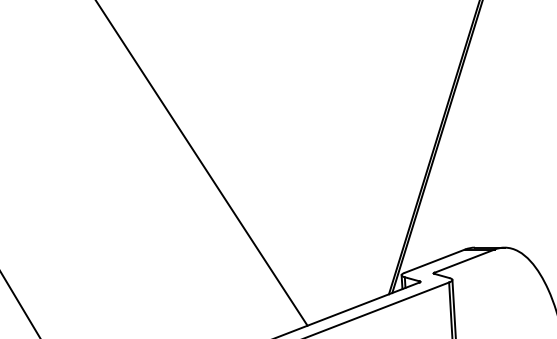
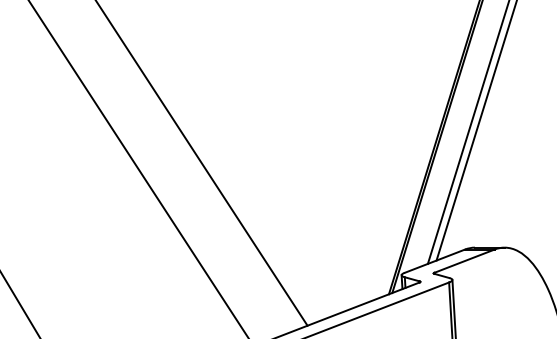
line at (476, 131): none -> present
line at (467, 132): none -> present
line at (138, 168): none -> present
